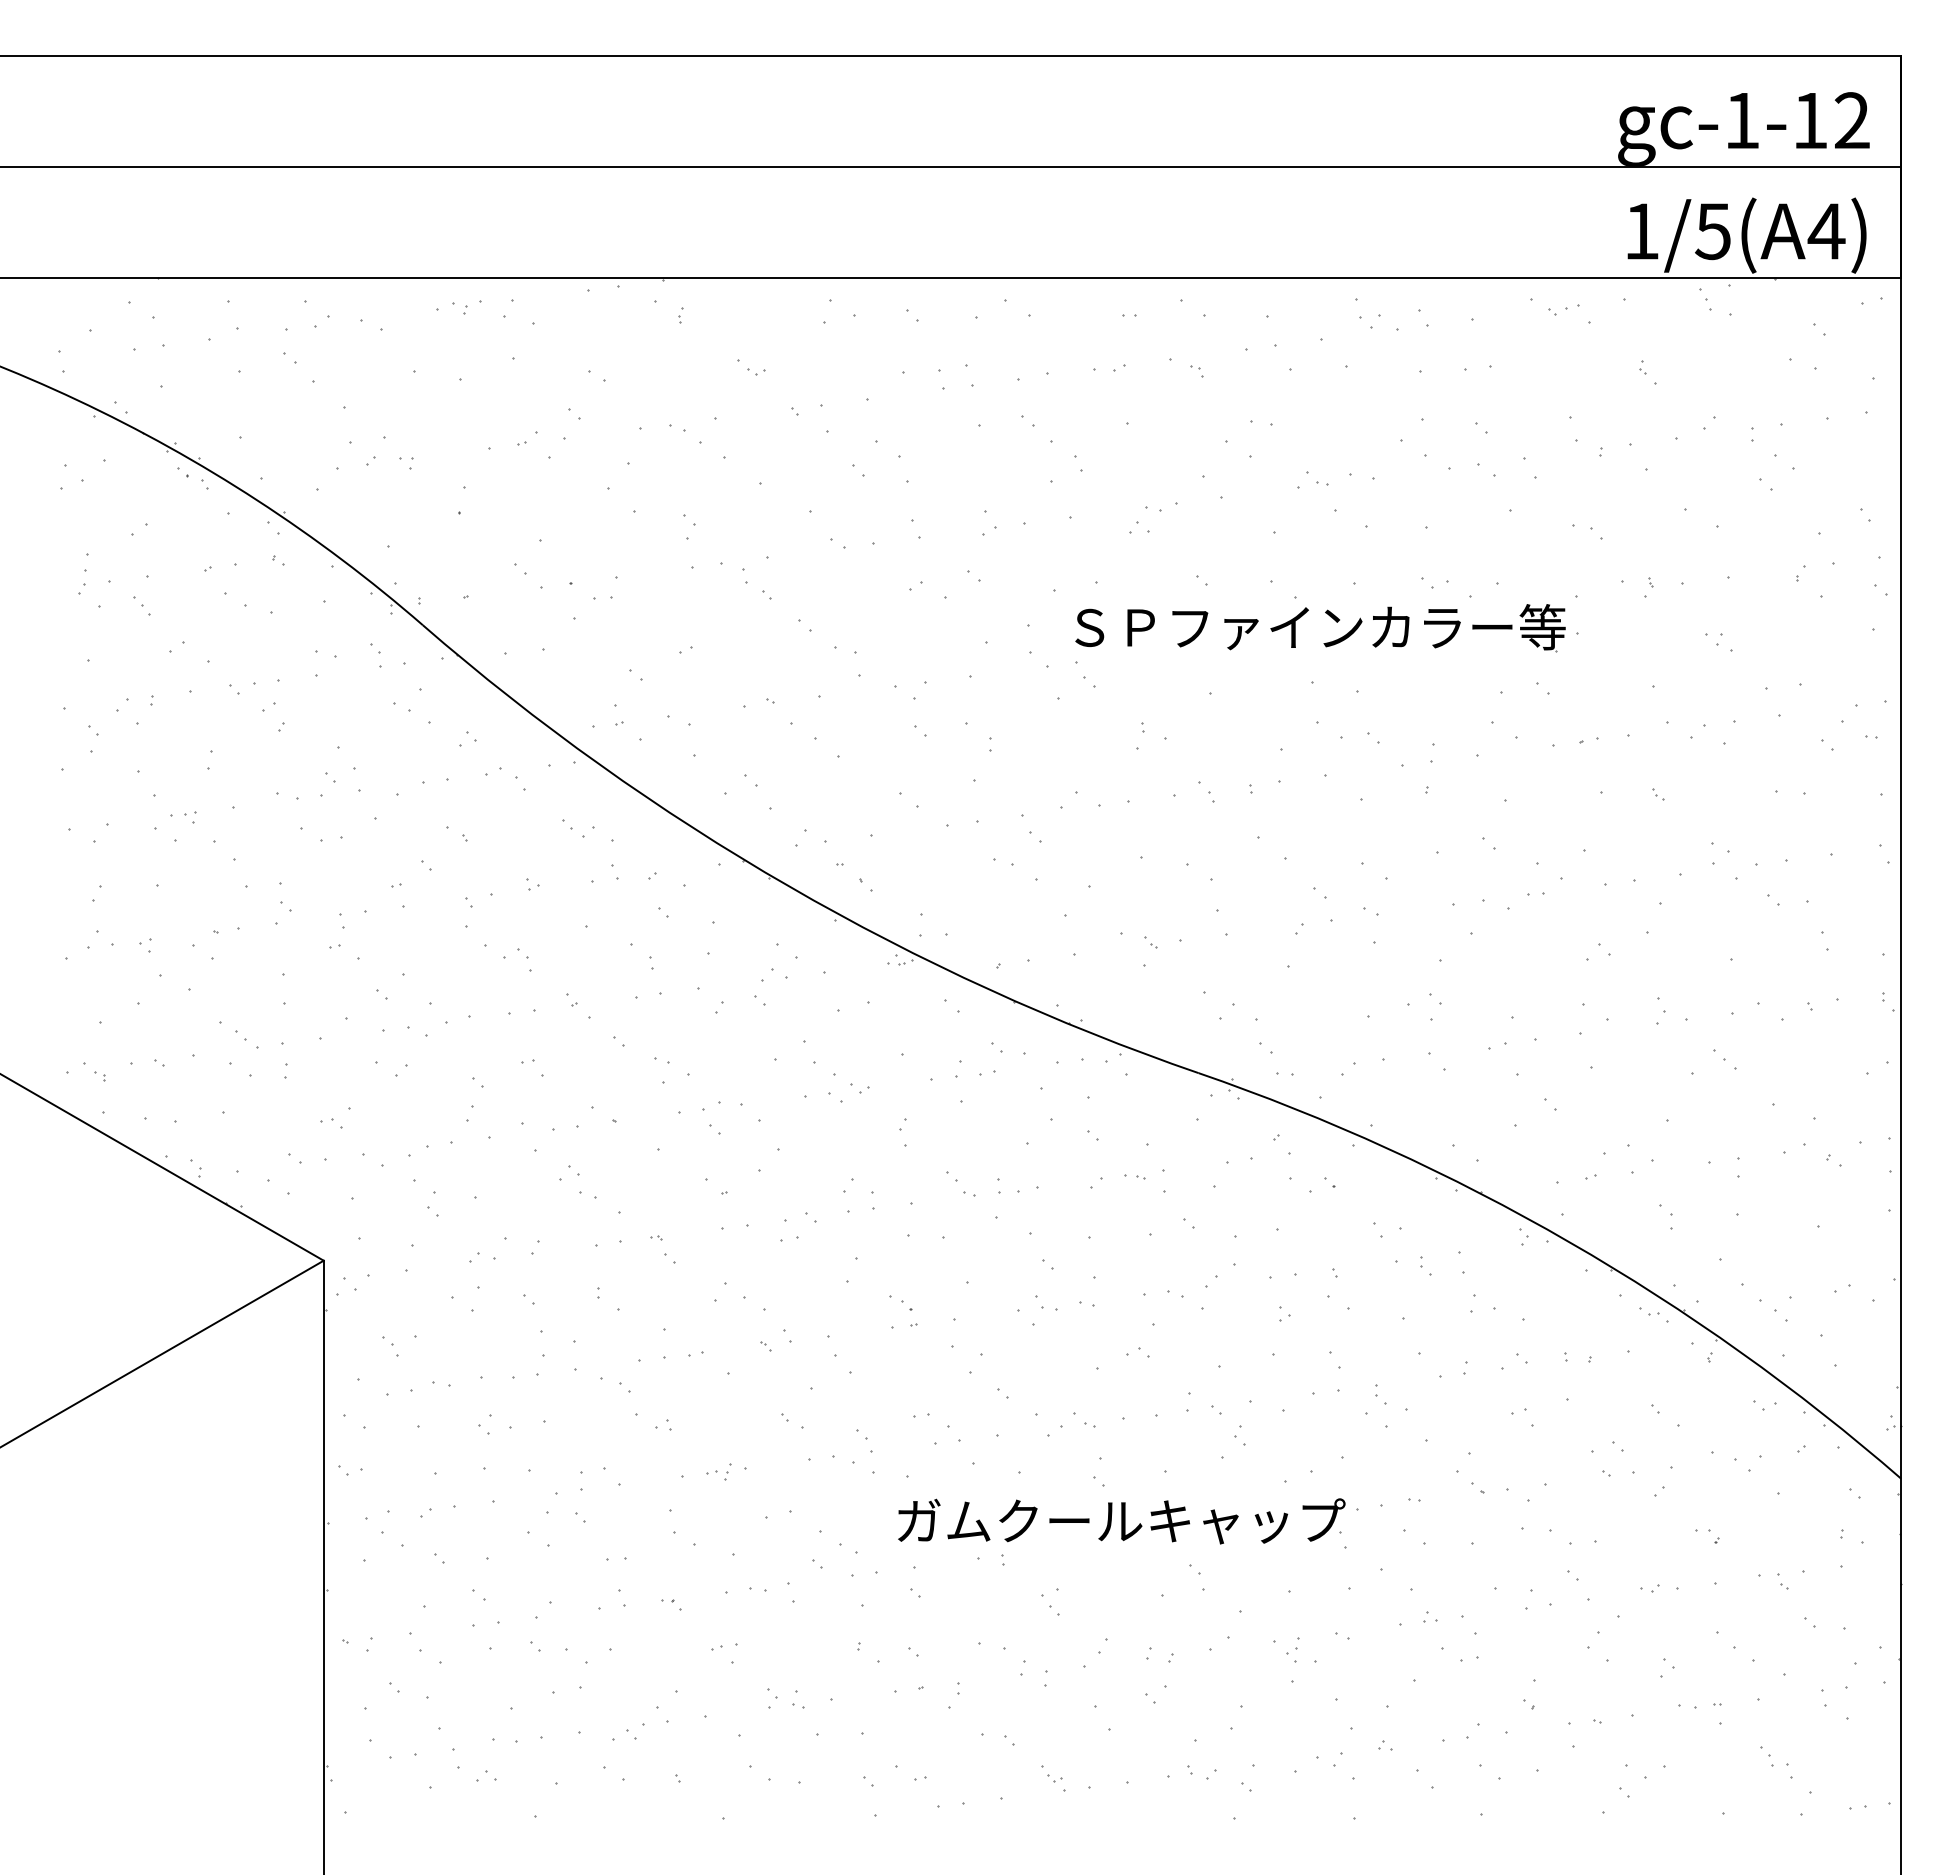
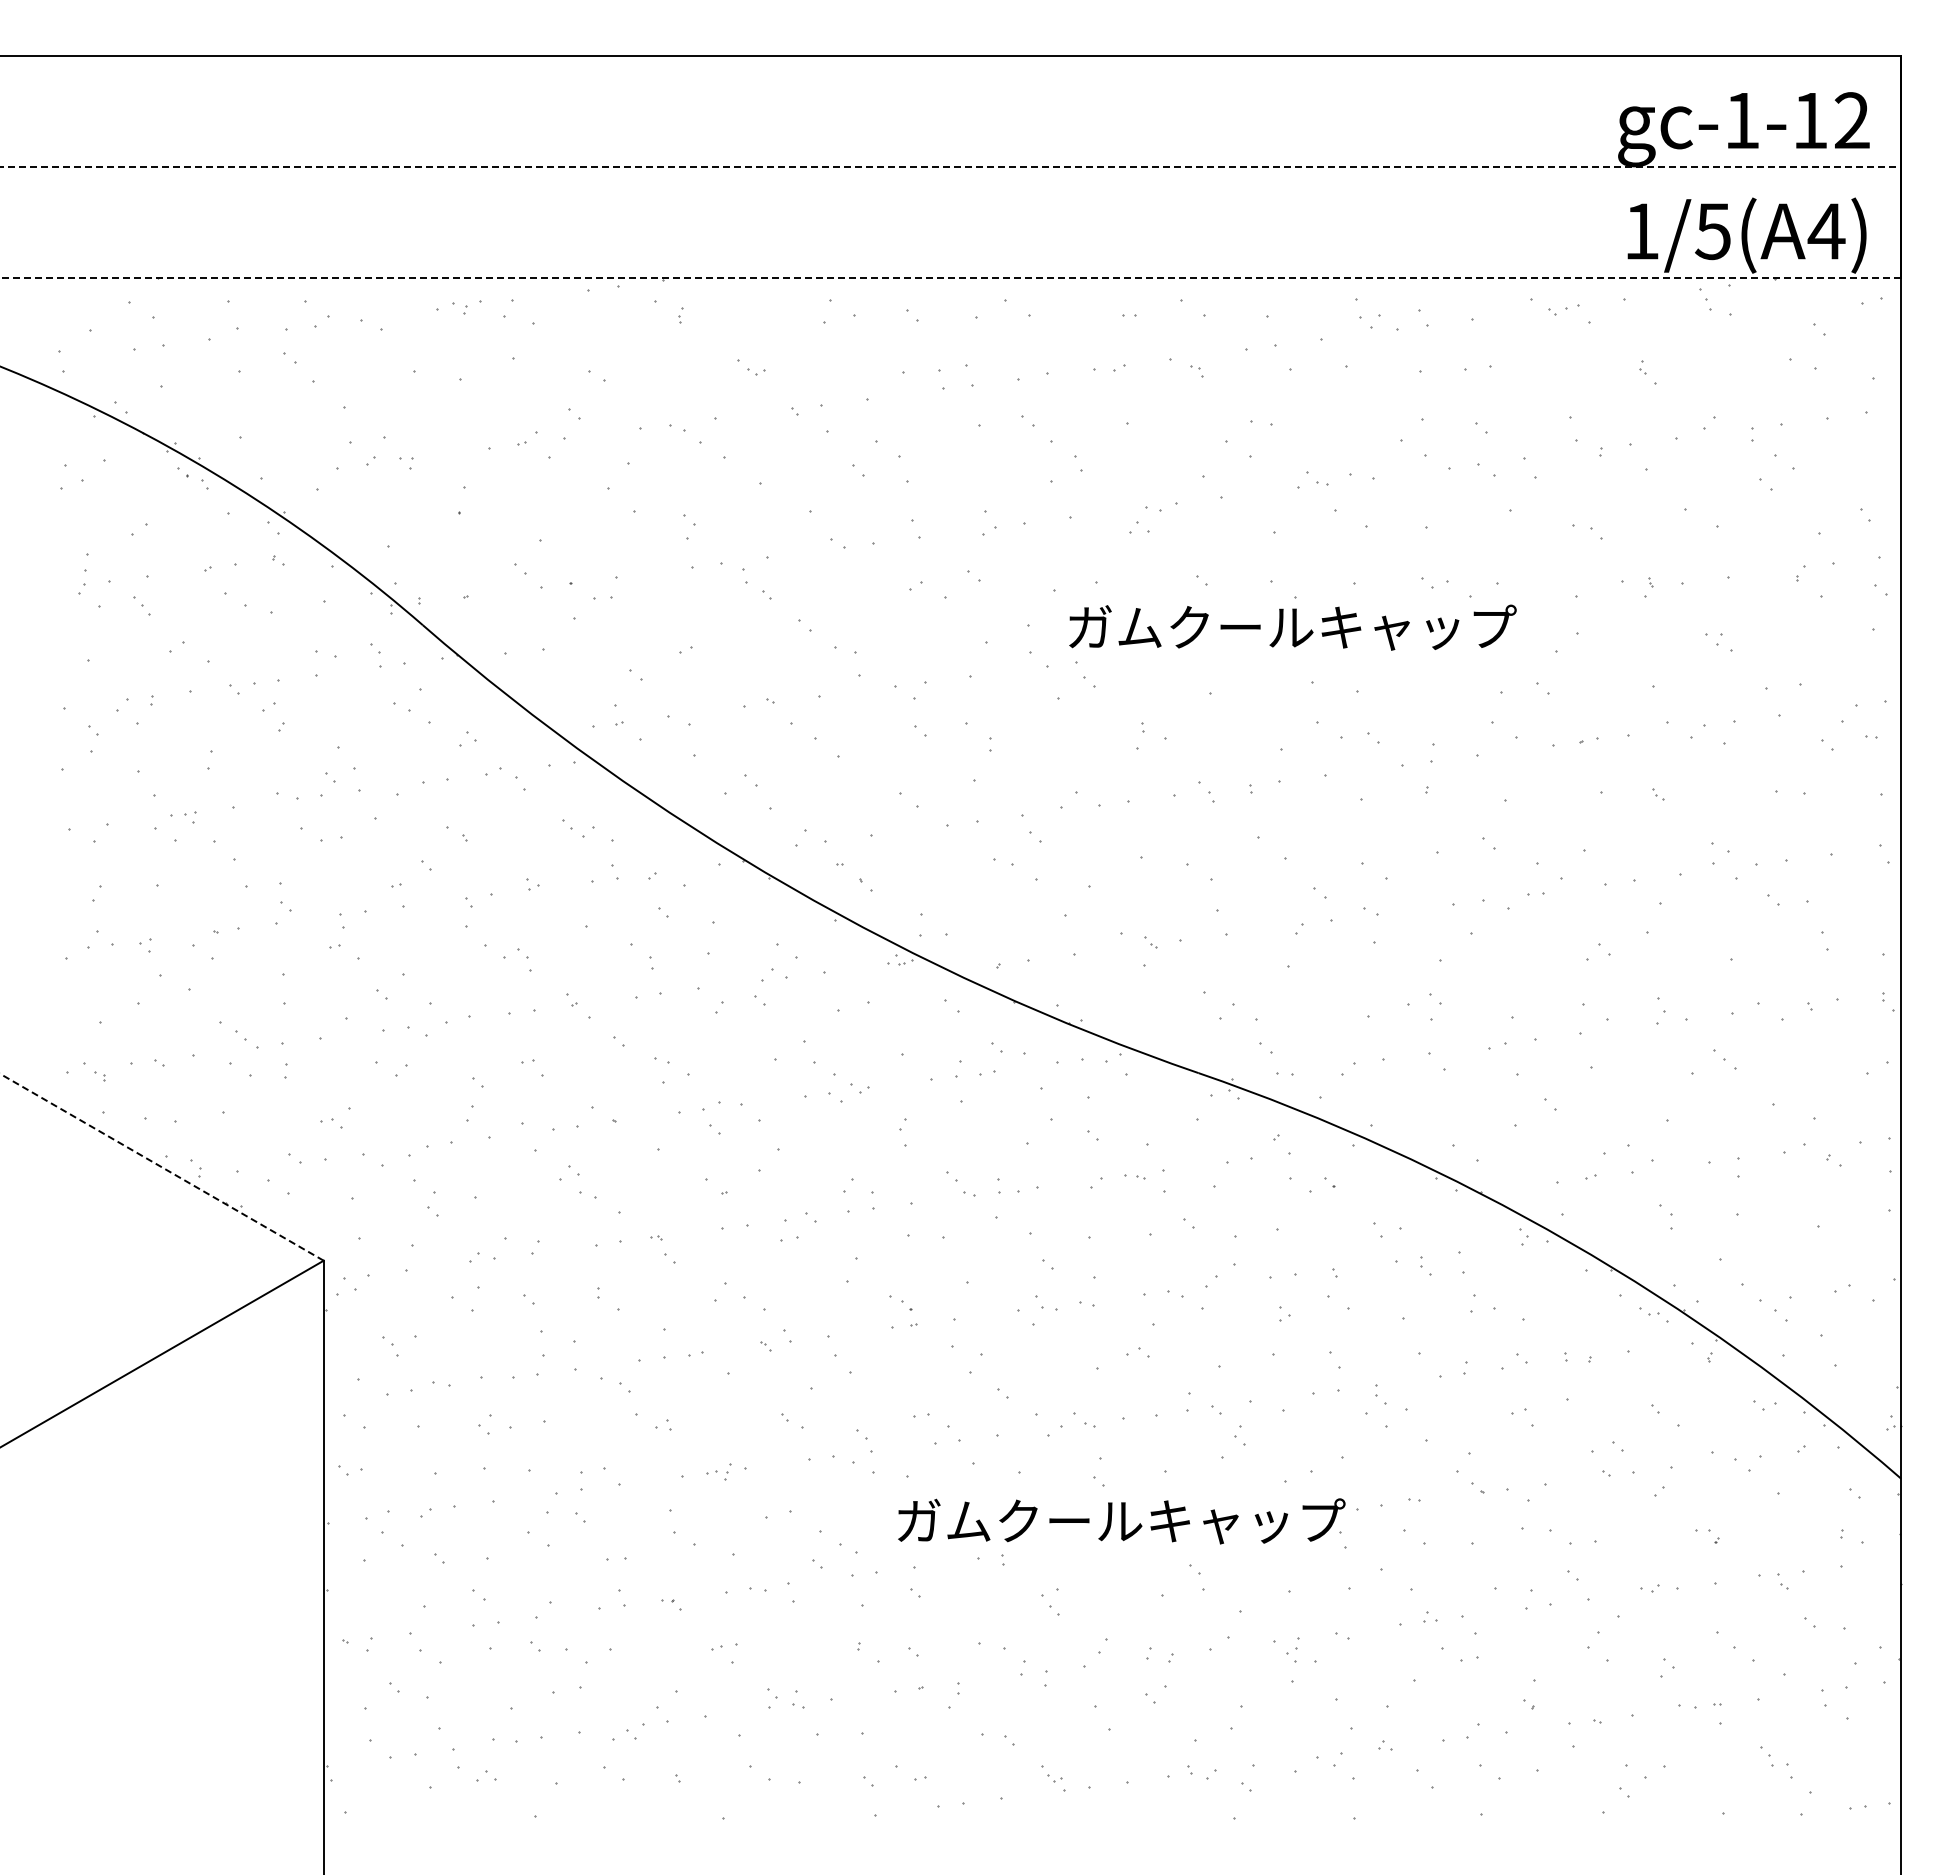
line at (951, 166): solid -> dashed
line at (950, 277): solid -> dashed
text at (1317, 627): ＳＰファインカラー等 -> ガムクールキャップ
line at (161, 1167): solid -> dashed
